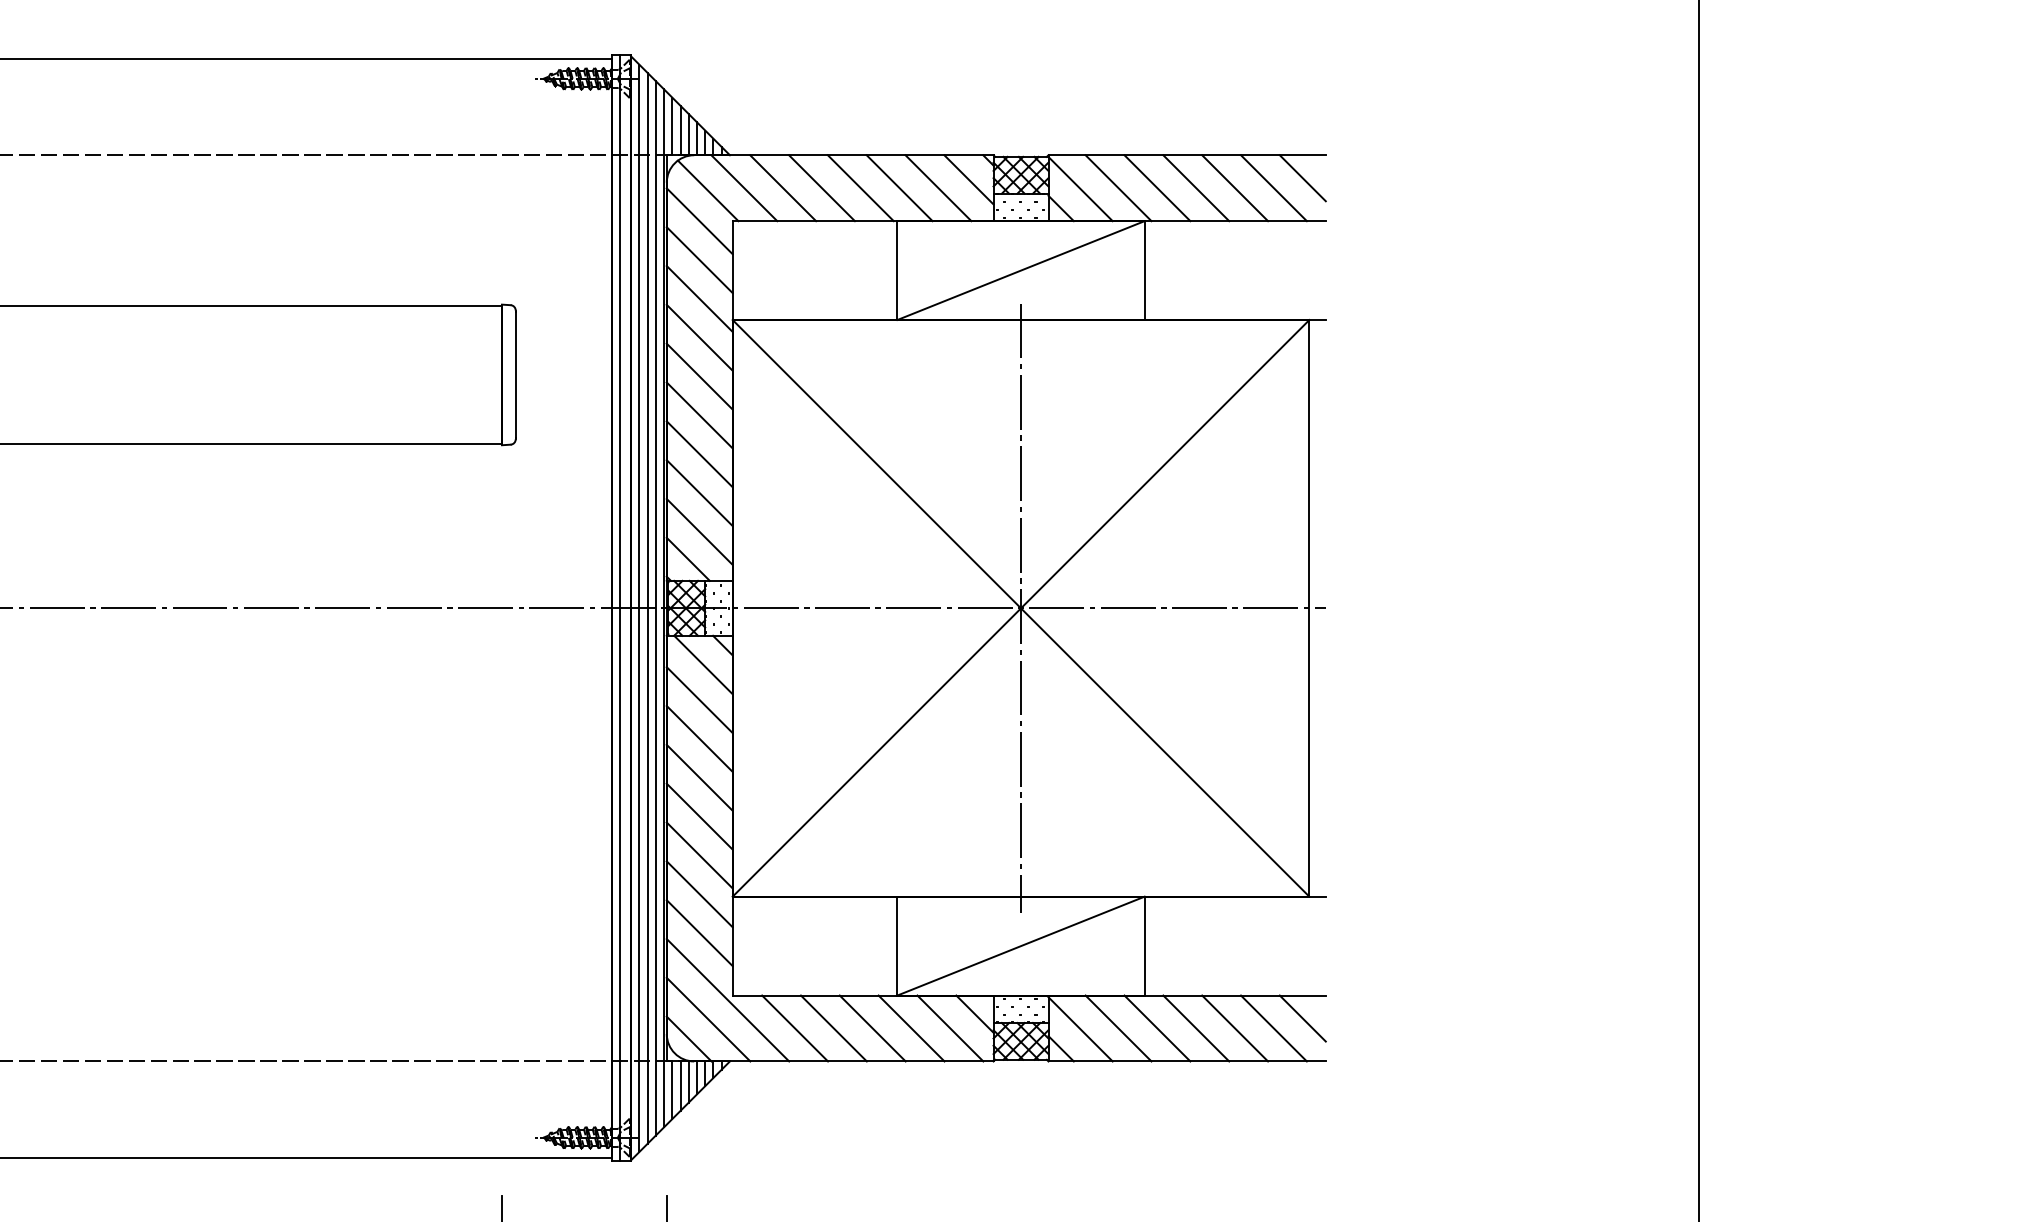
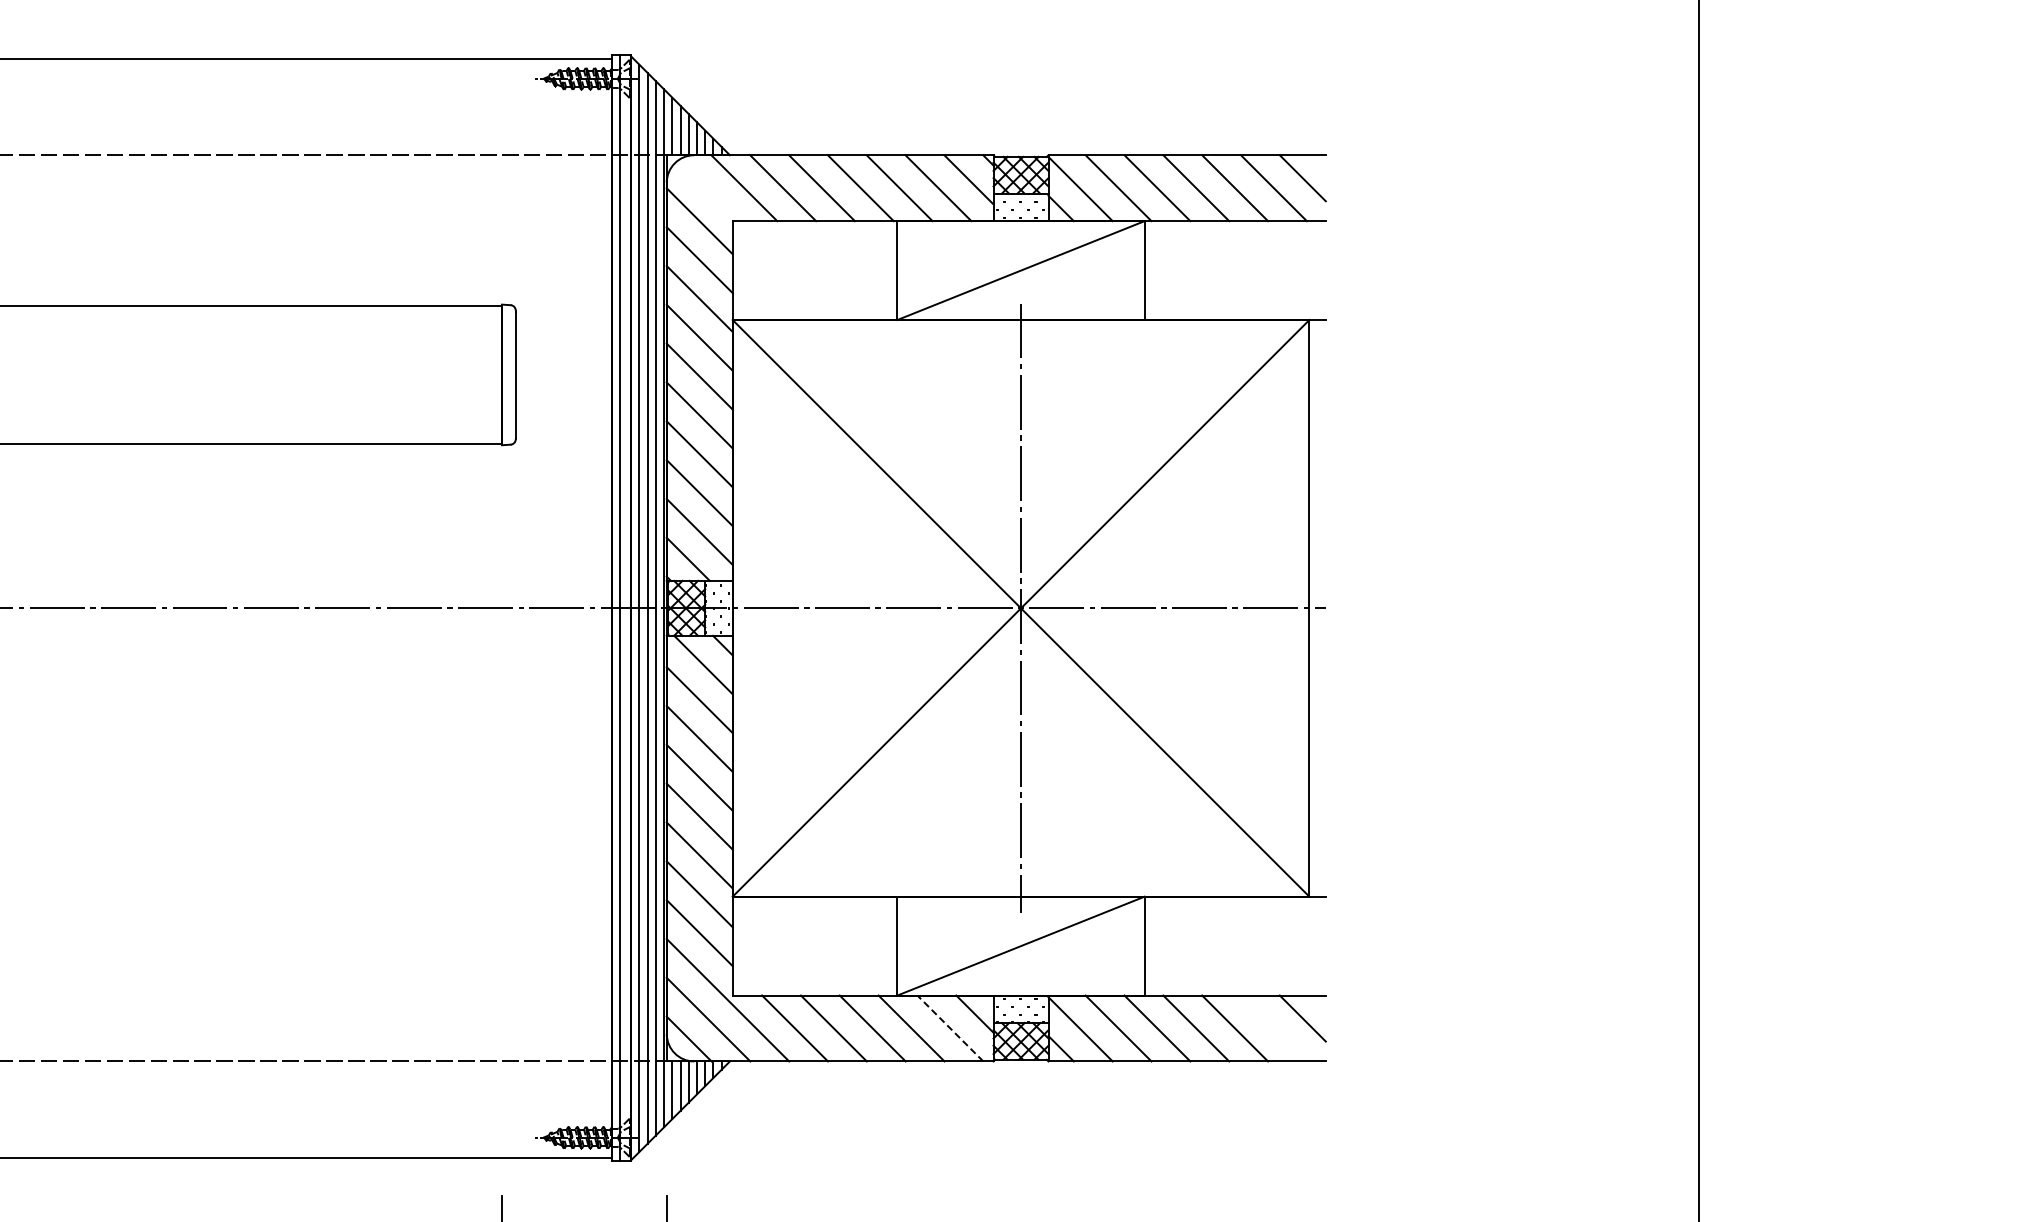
line at (707, 190): present -> none
line at (950, 1028): solid -> dashed
line at (1273, 1028): present -> none
